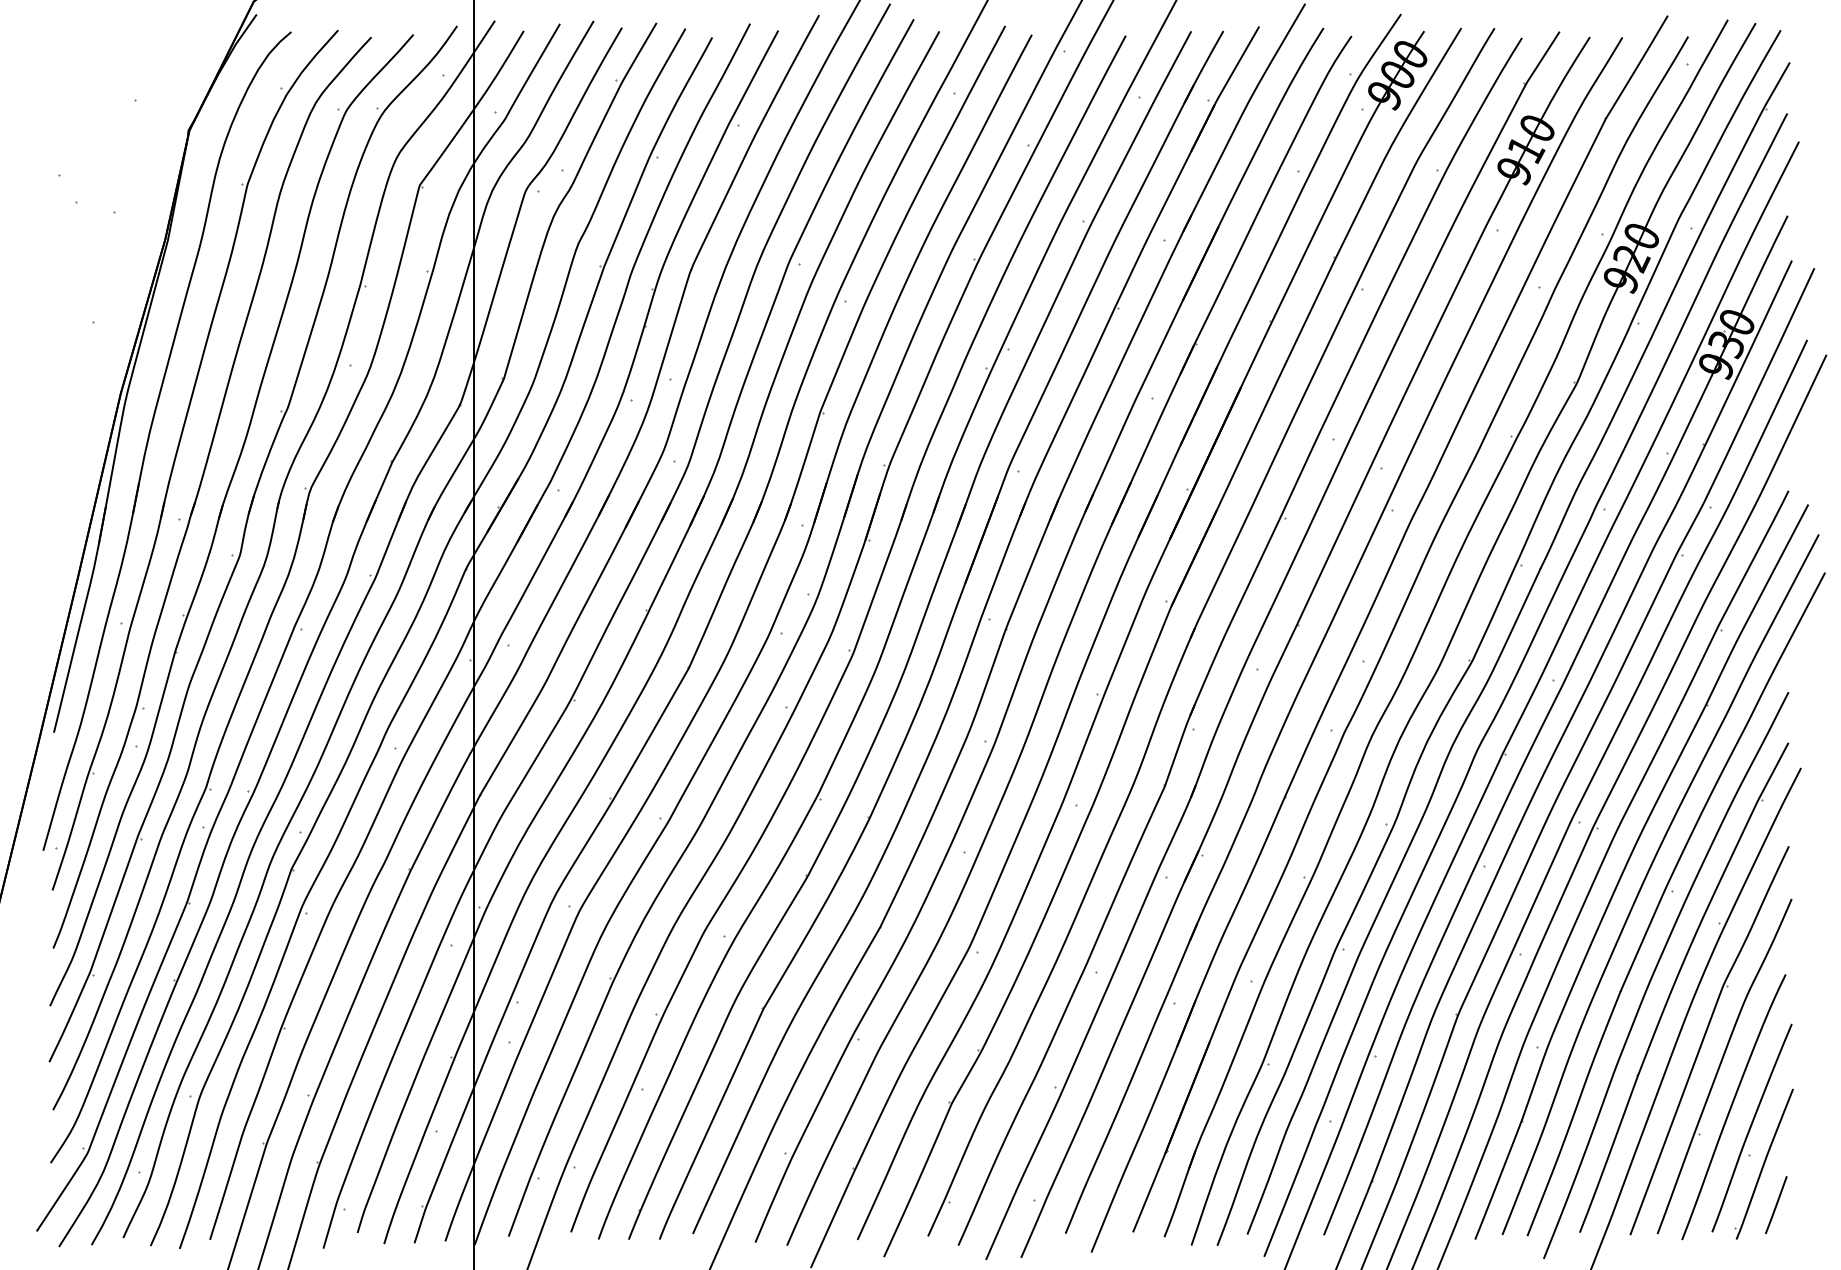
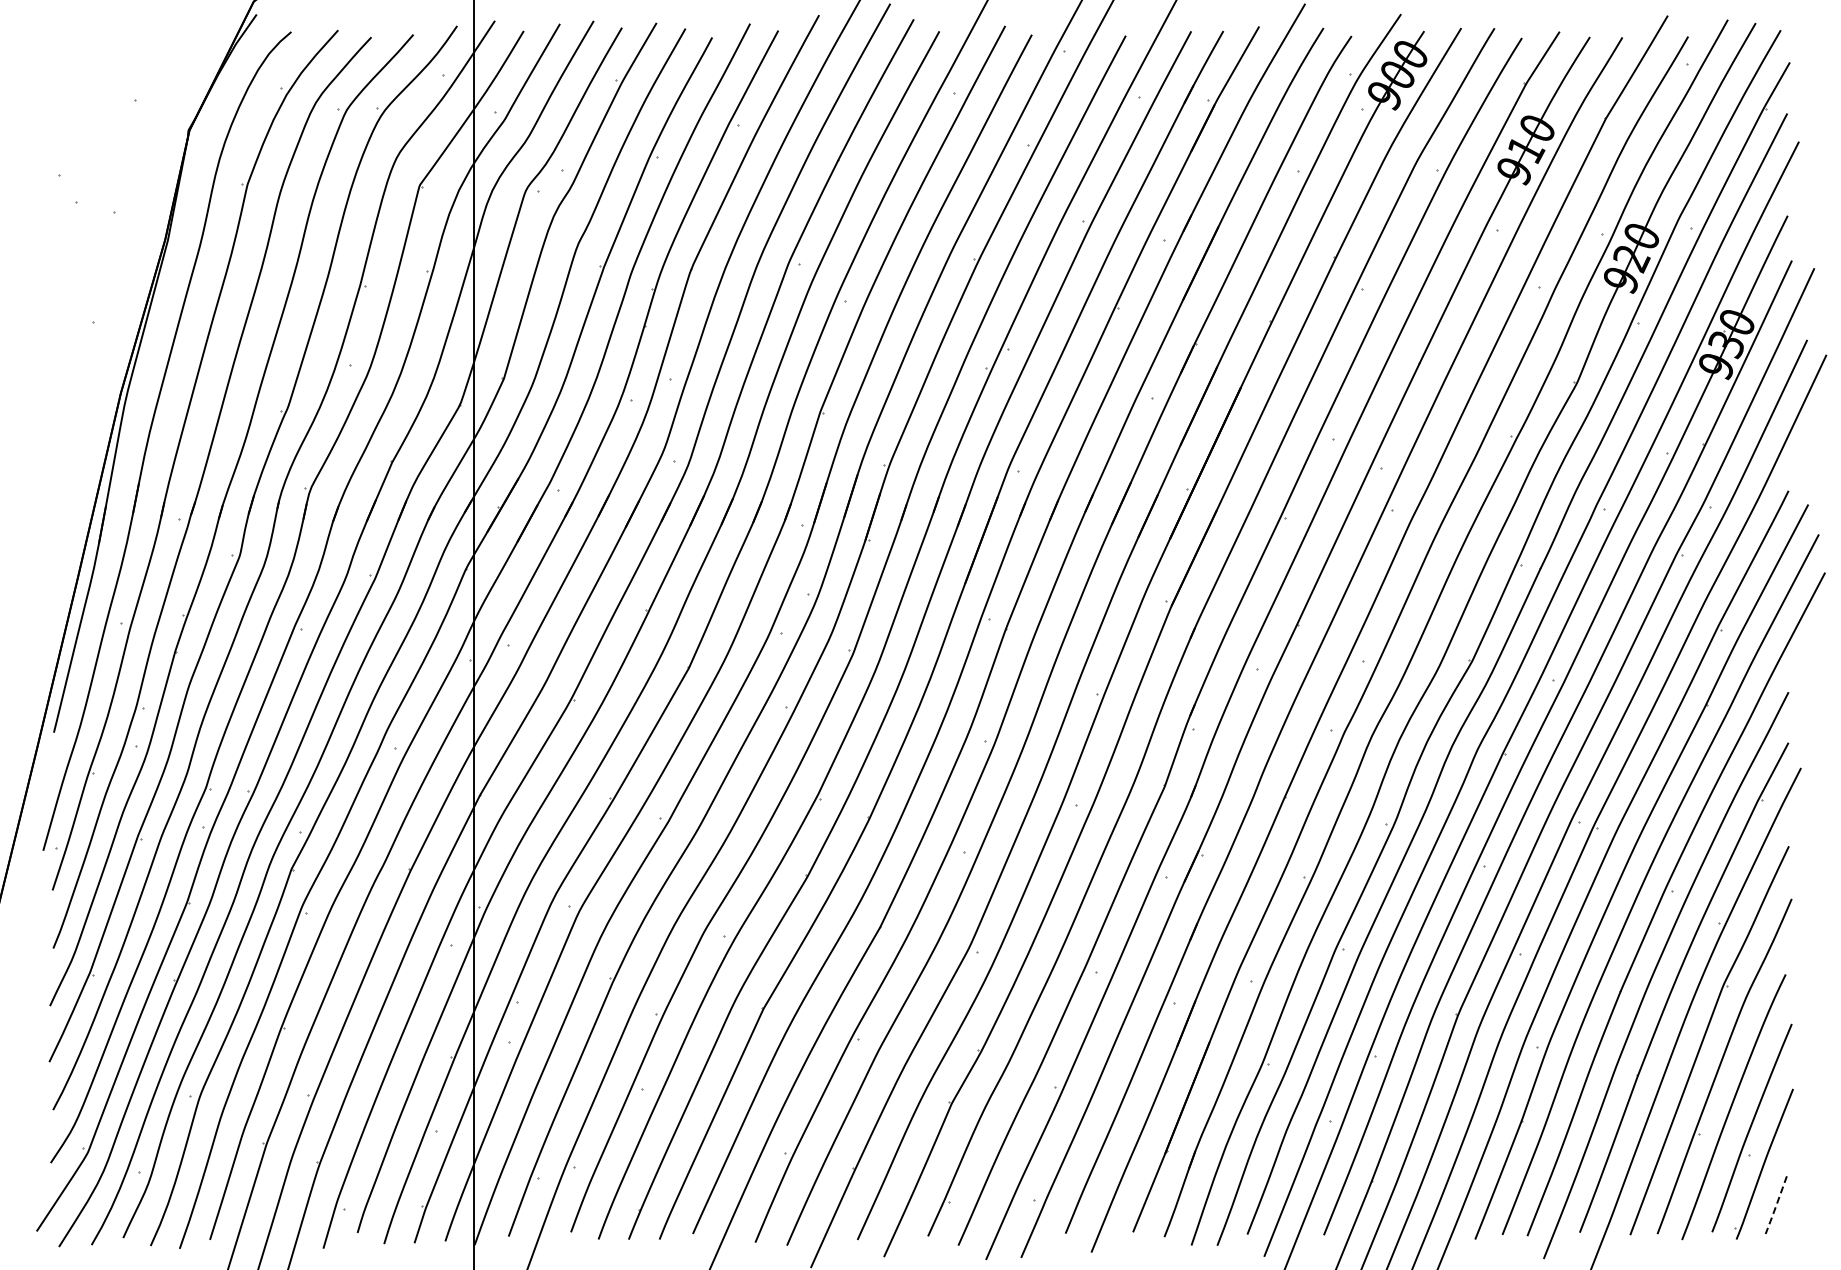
line at (1776, 1206): solid -> dashed
